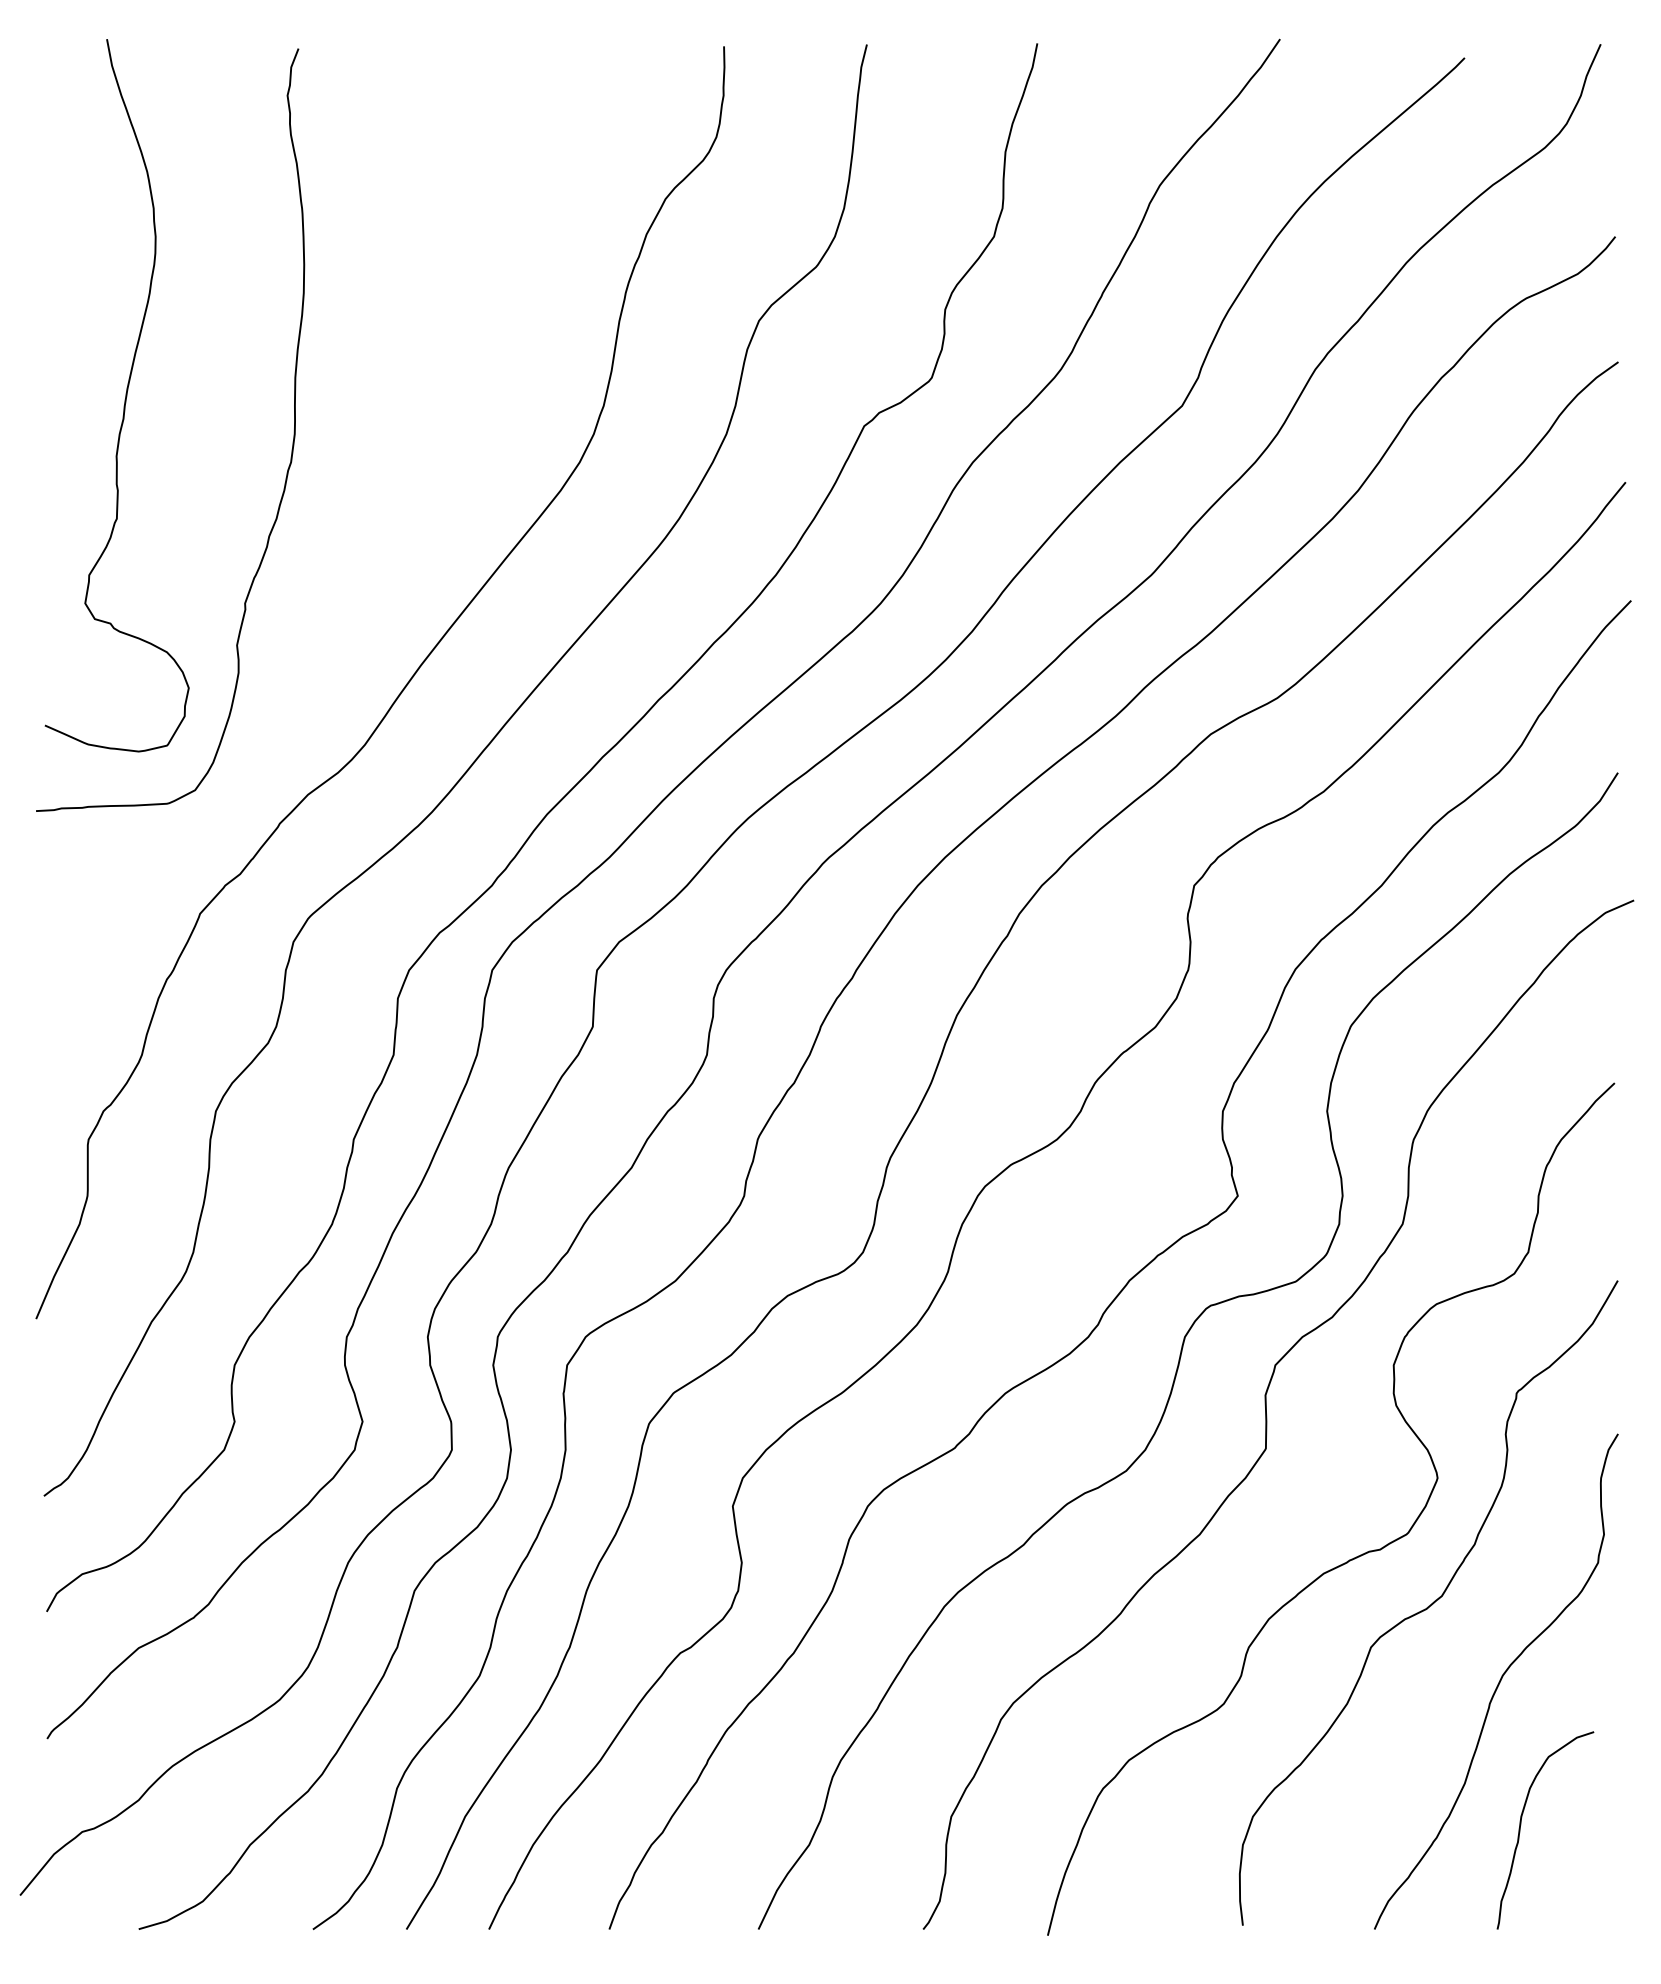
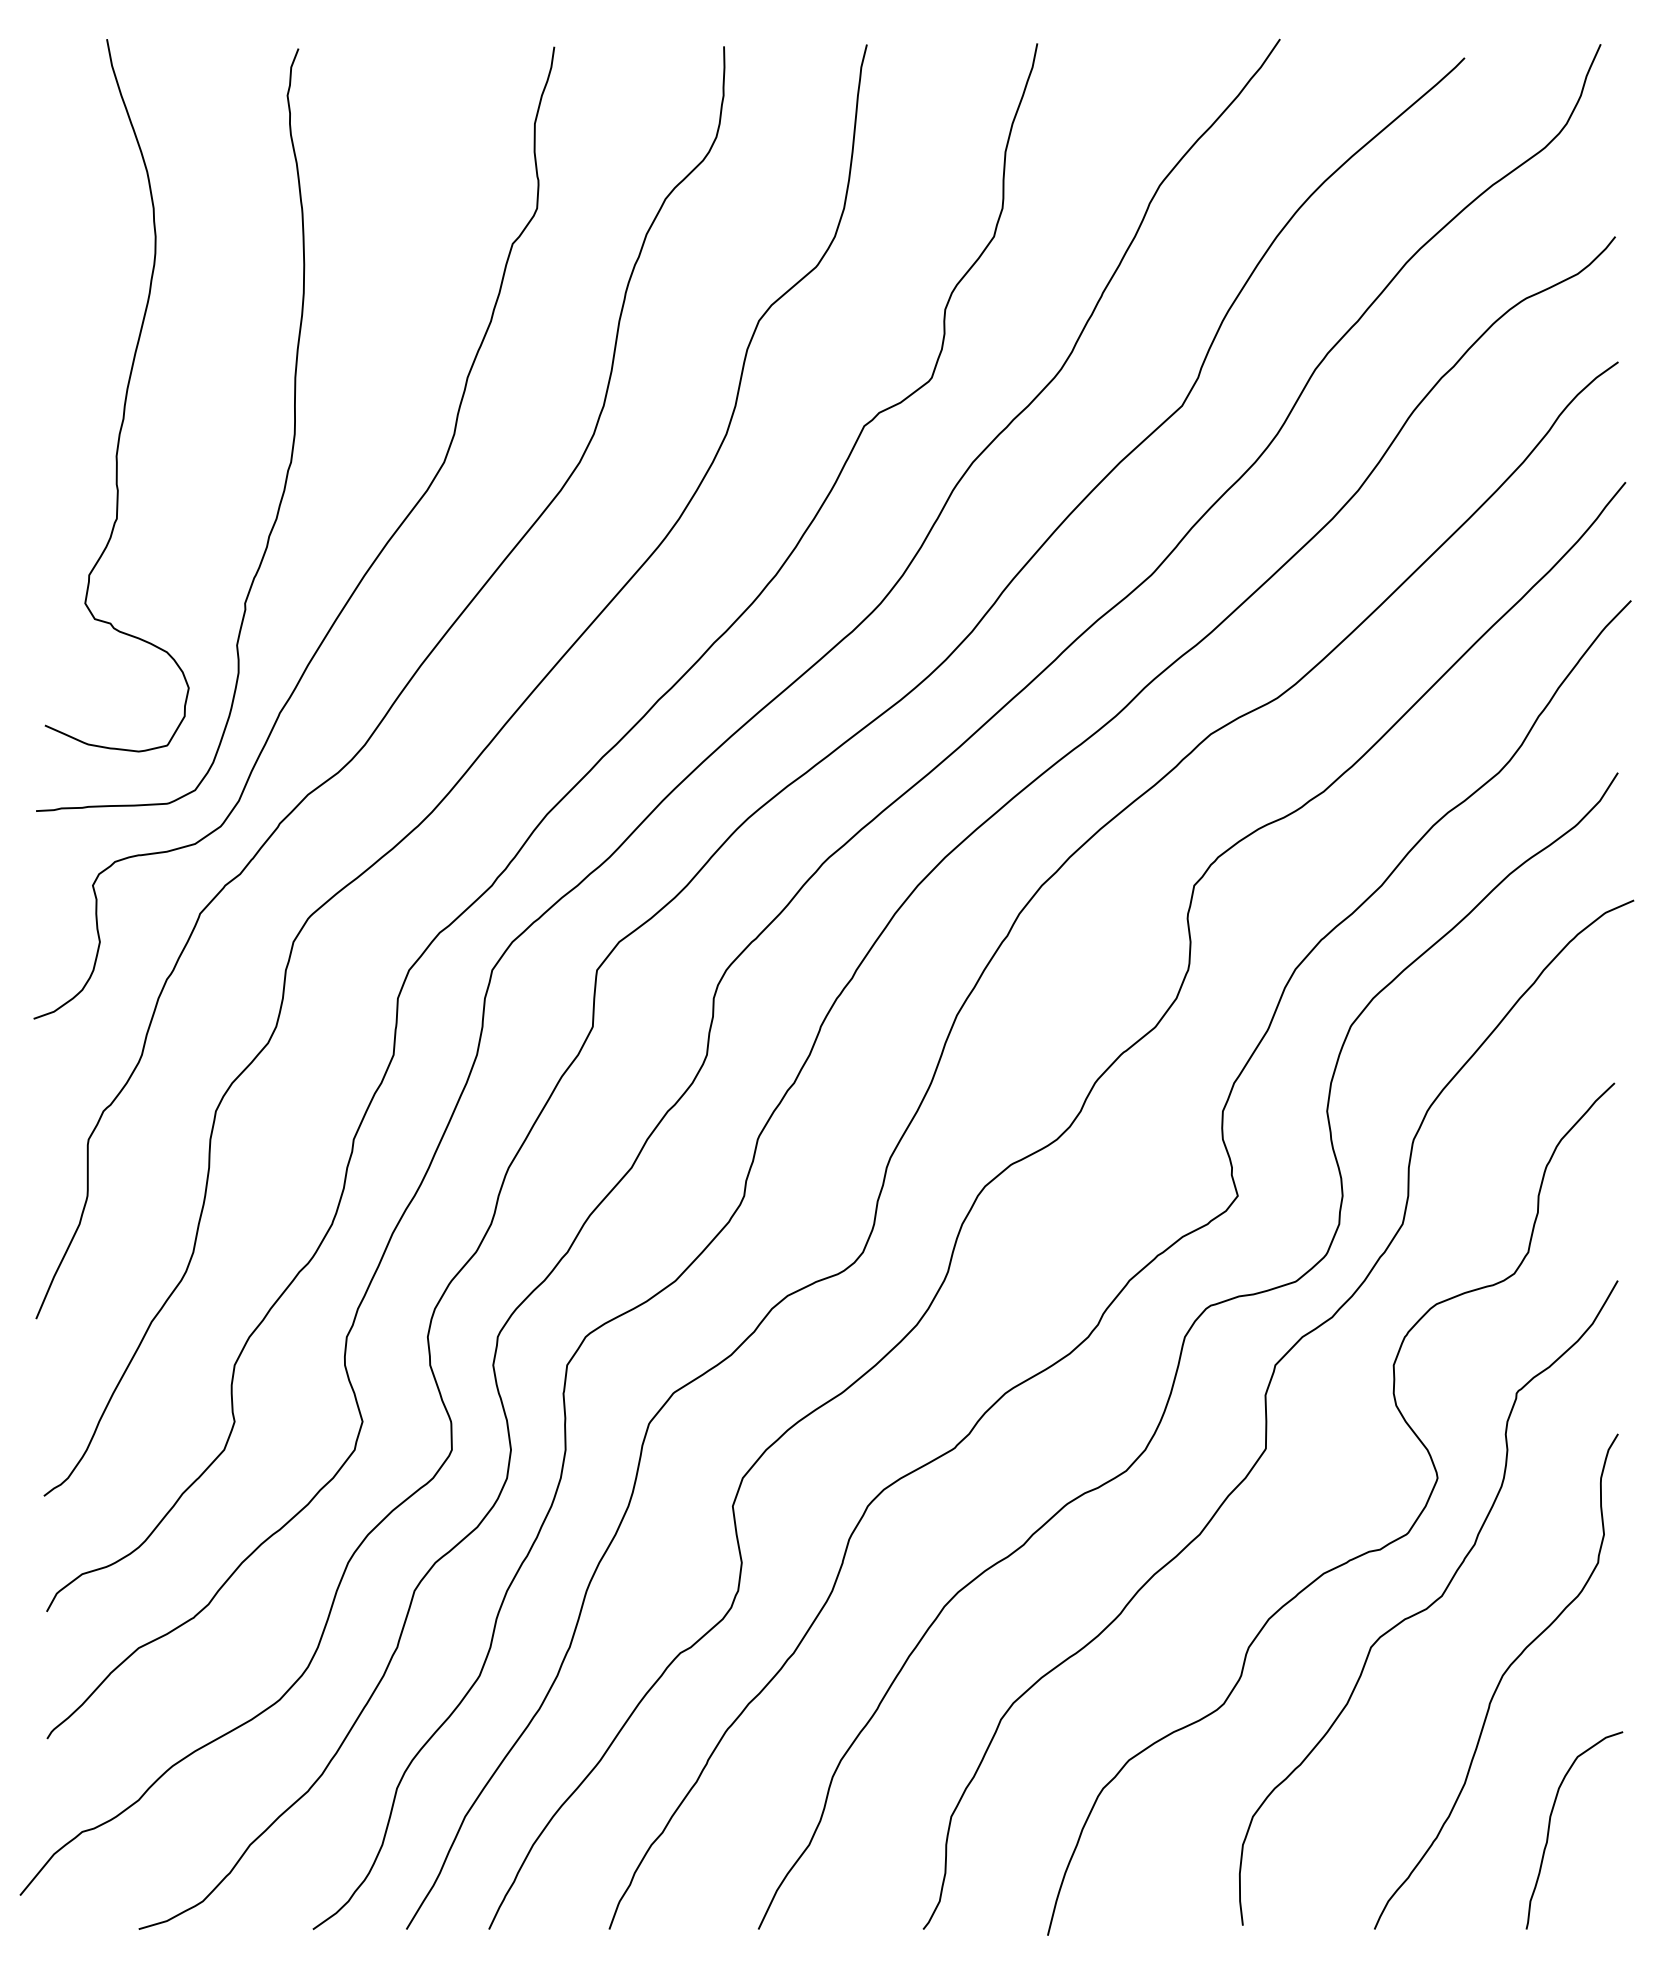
curve at (362, 576): none -> present
curve at (1521, 1825) position: (1521, 1825) -> (1550, 1825)
